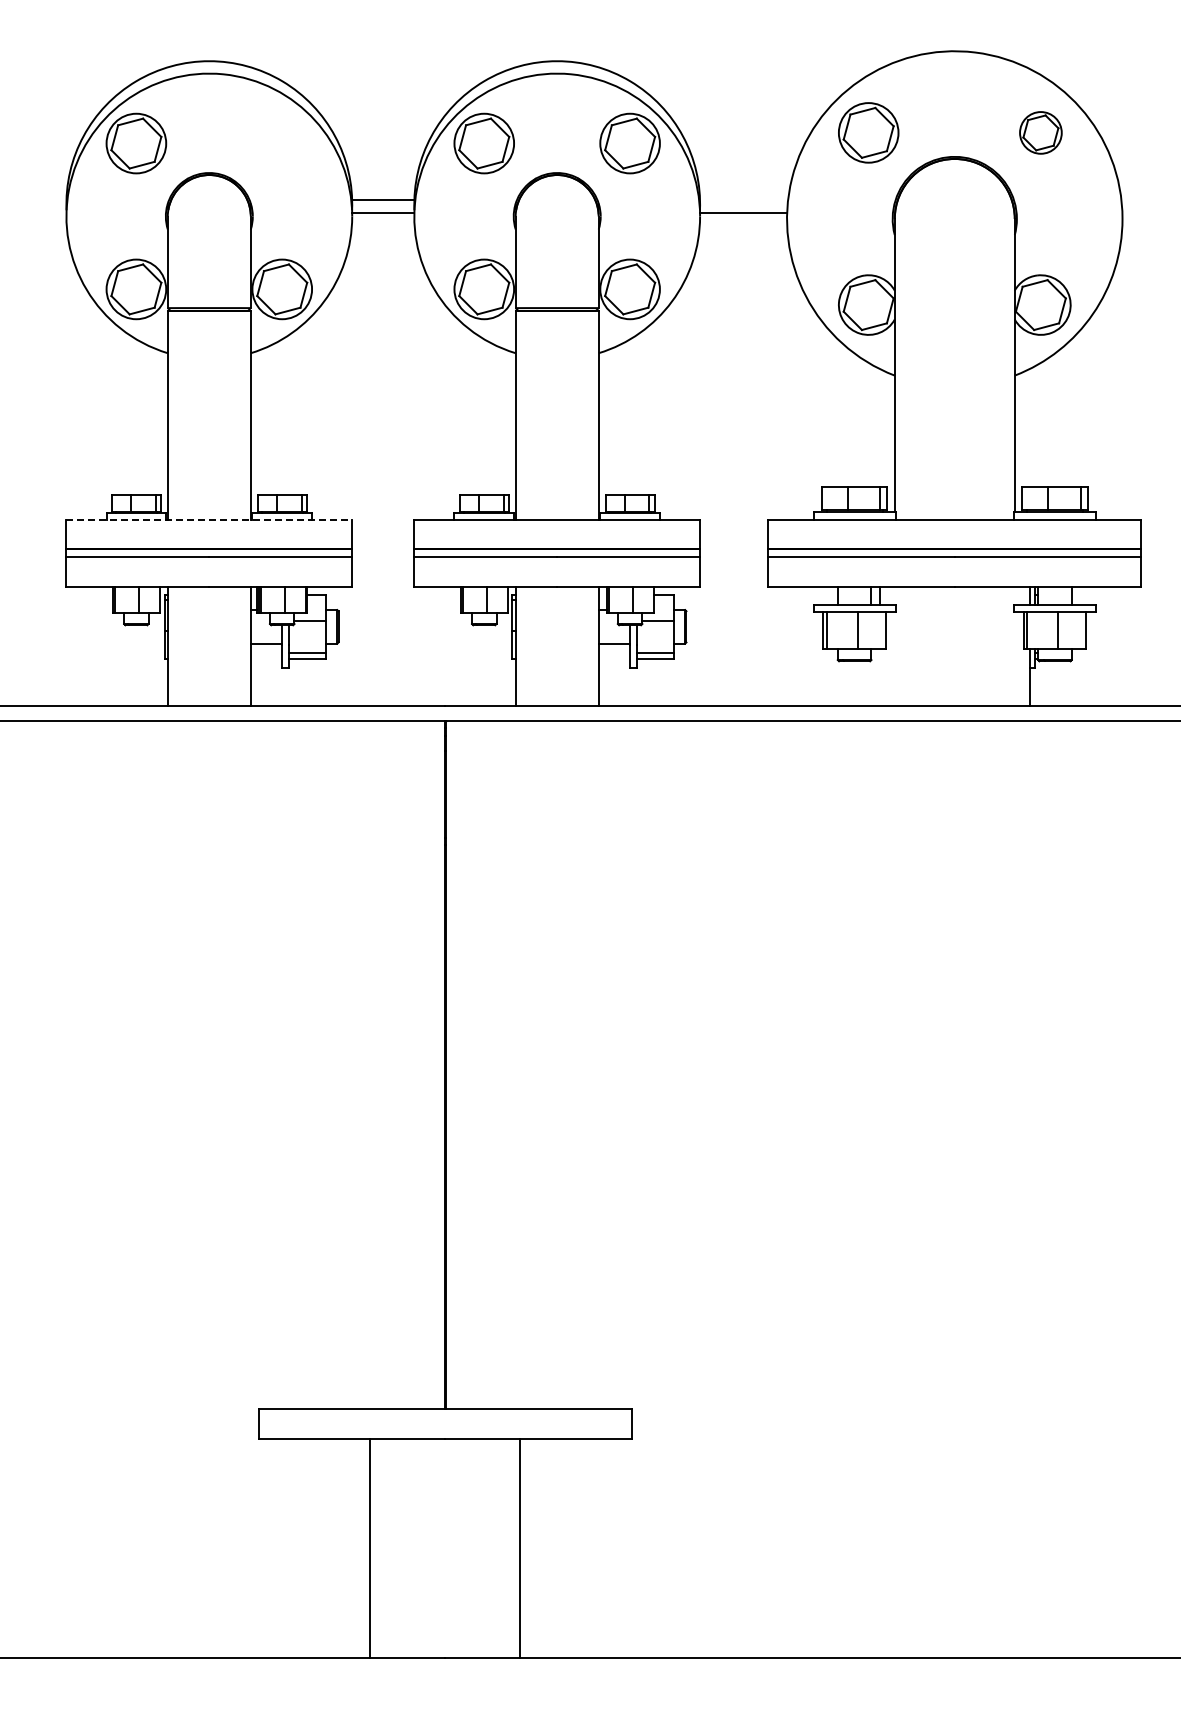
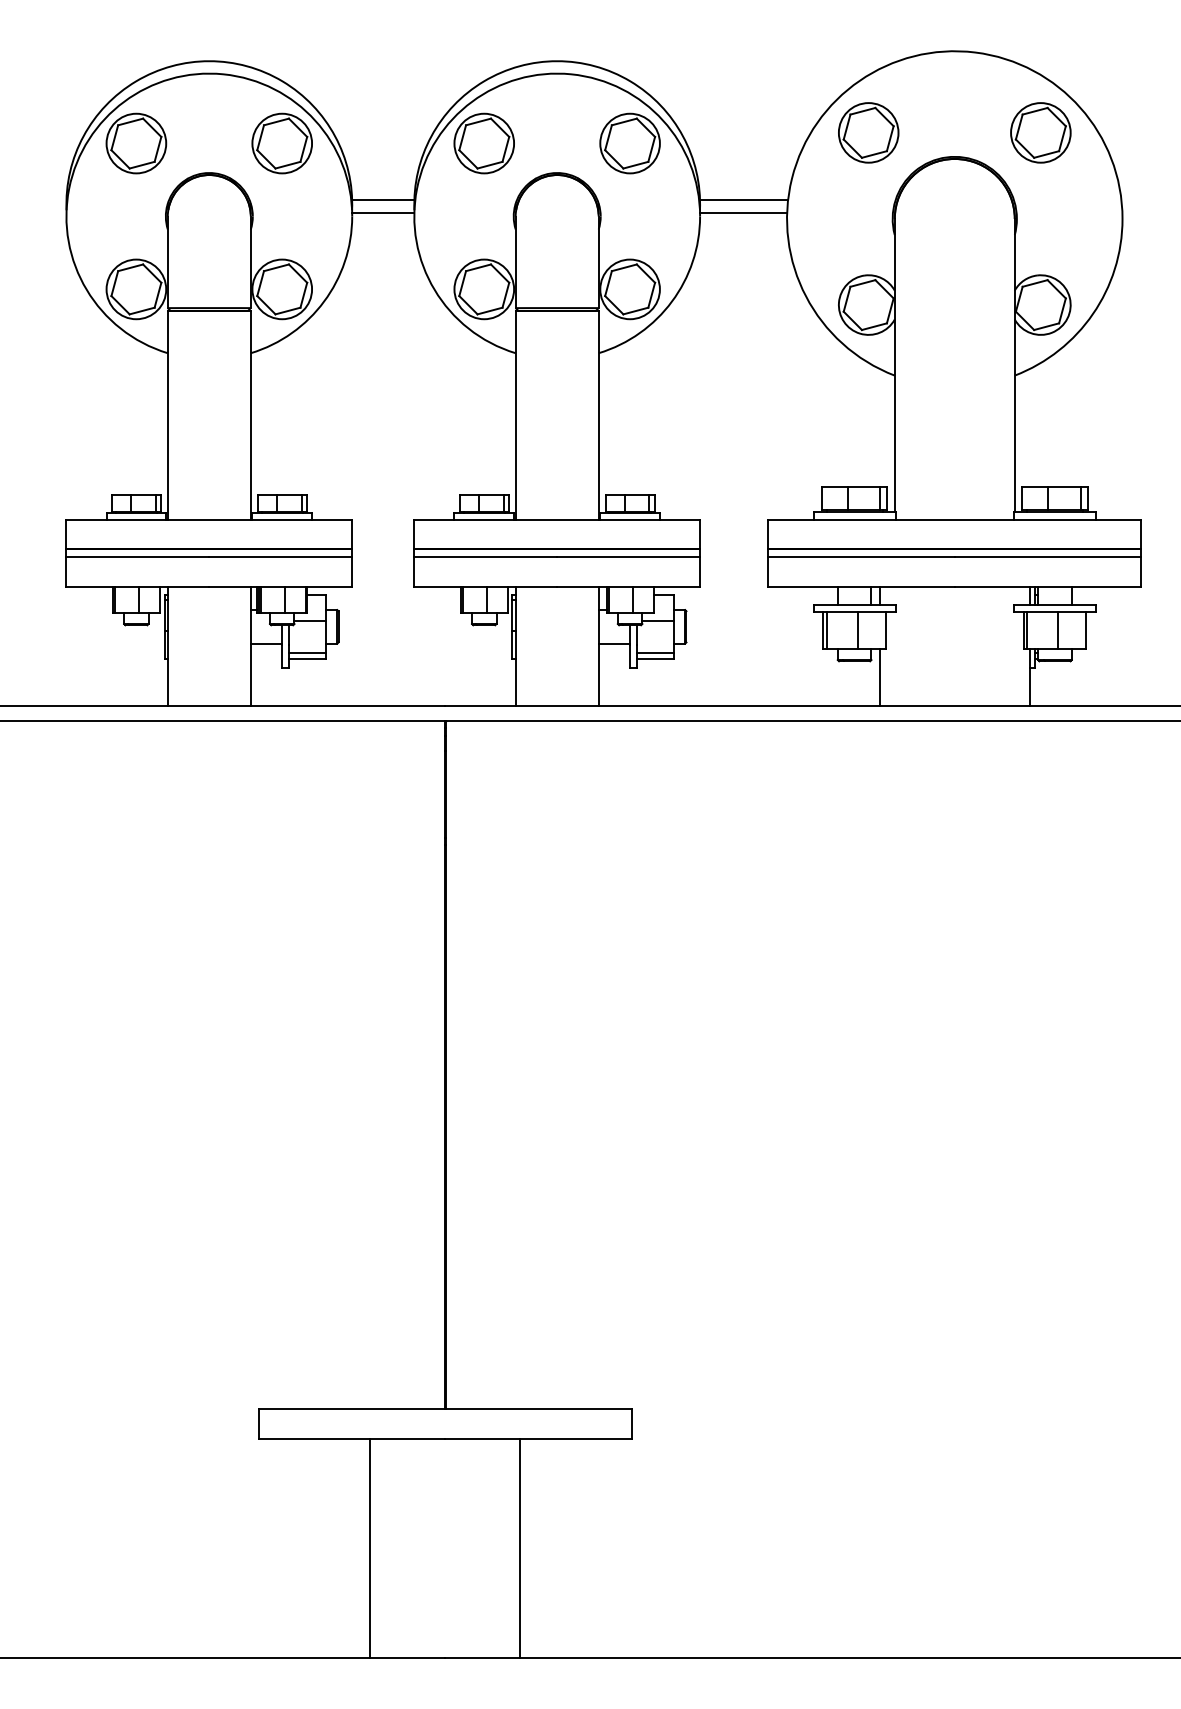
part at (1040, 132) size: 44x44 px -> 62x62 px
part at (281, 143): none -> present
line at (744, 200): none -> present
line at (209, 519): dashed -> solid
line at (879, 677): none -> present
